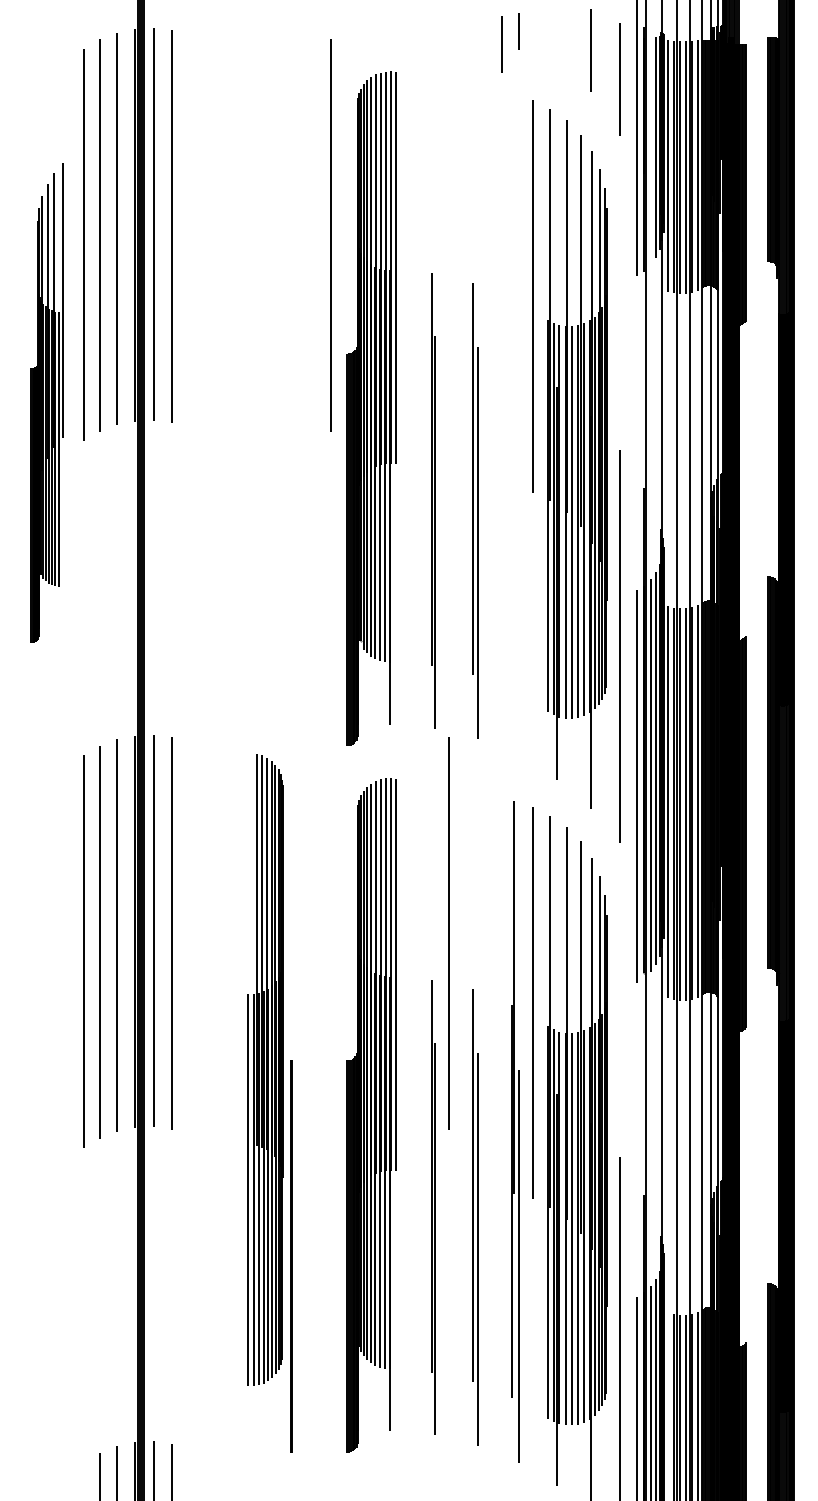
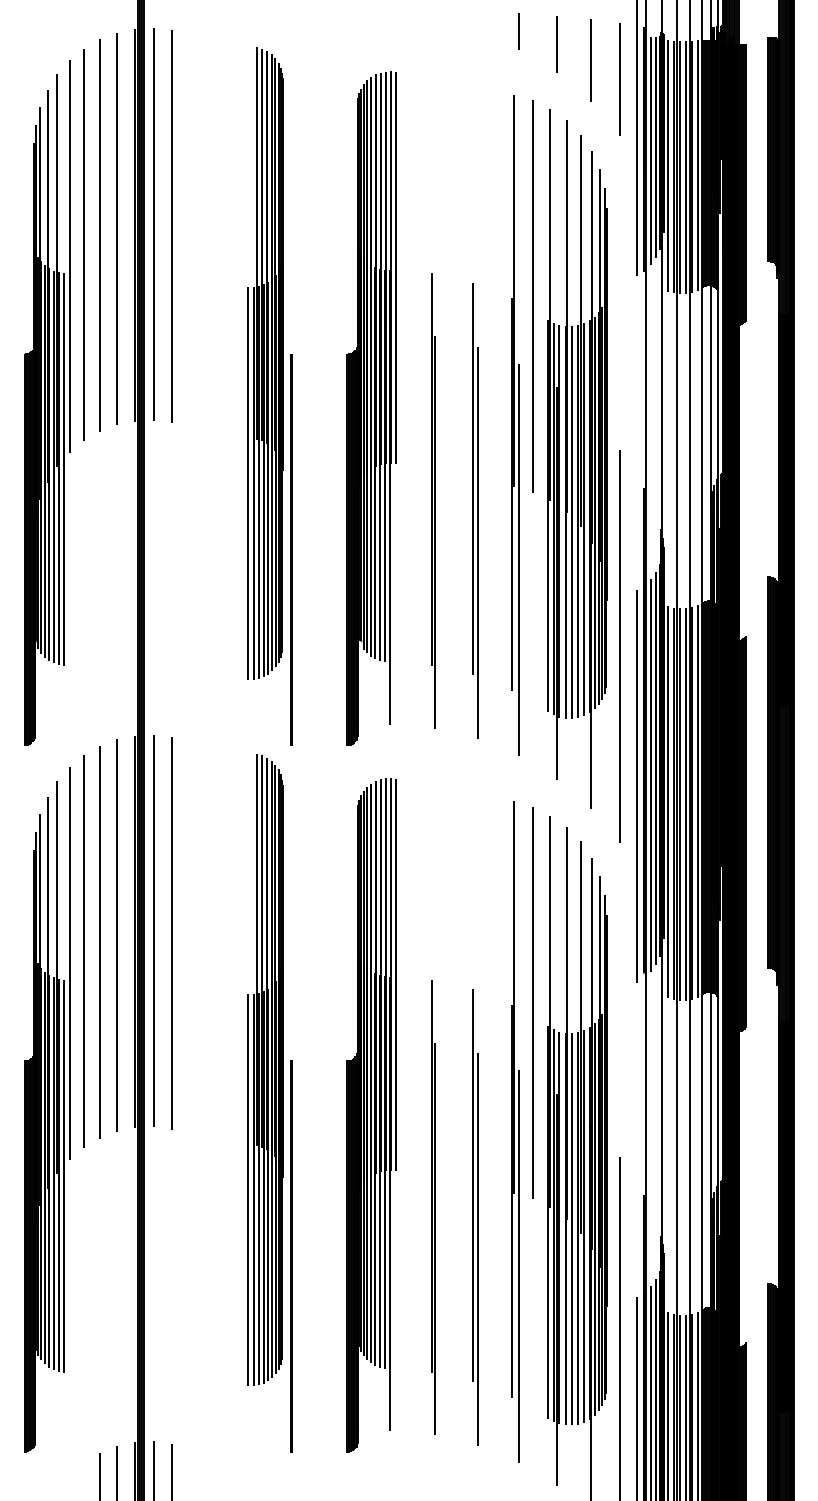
line at (501, 44) position: (501, 44) -> (556, 44)
line at (590, 50) position: (590, 50) -> (590, 60)
line at (650, 151): none -> present
line at (330, 235): present -> none
part at (269, 396): none -> present
part at (46, 402) size: 34x480 px -> 47x686 px
part at (515, 425): none -> present
line at (448, 933): present -> none
part at (47, 1109): none -> present
line at (668, 1404): none -> present
